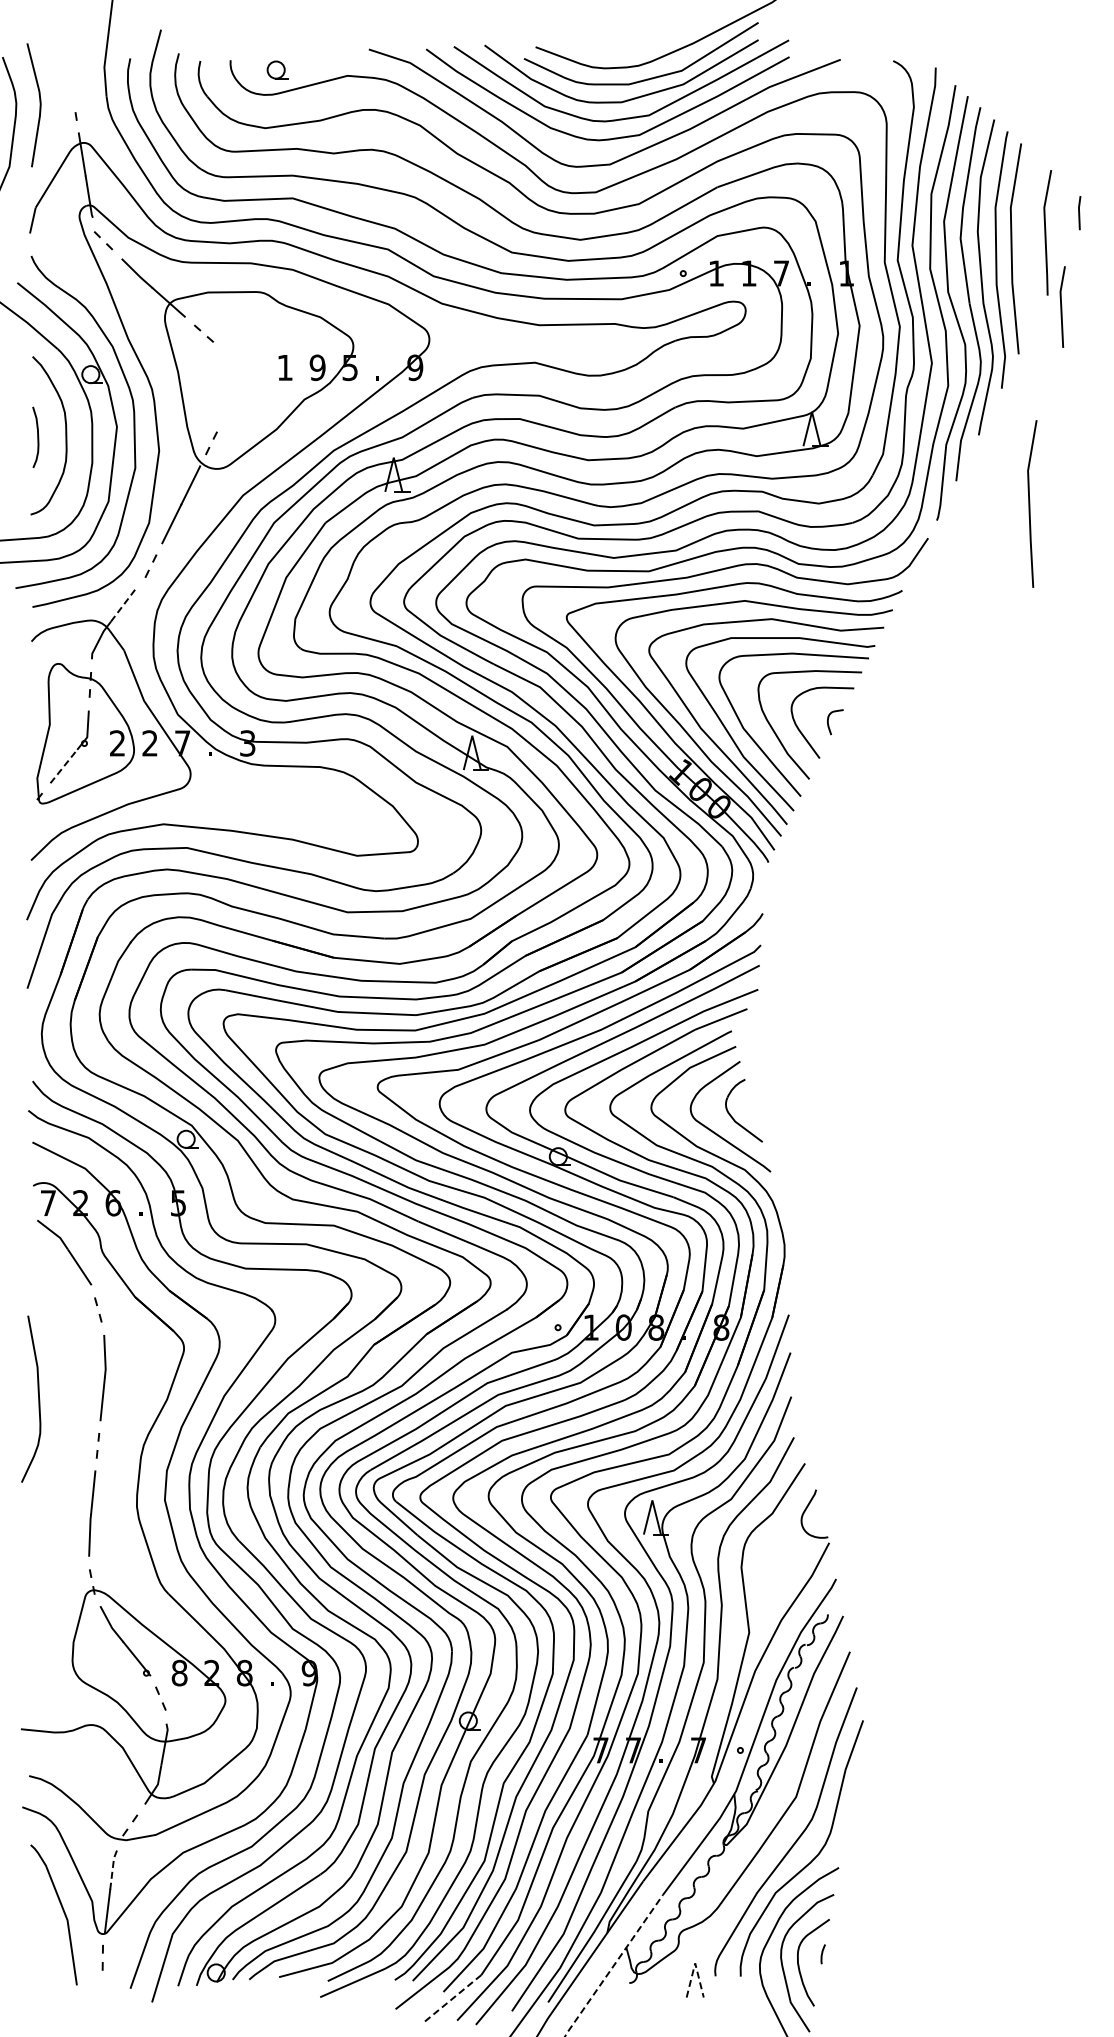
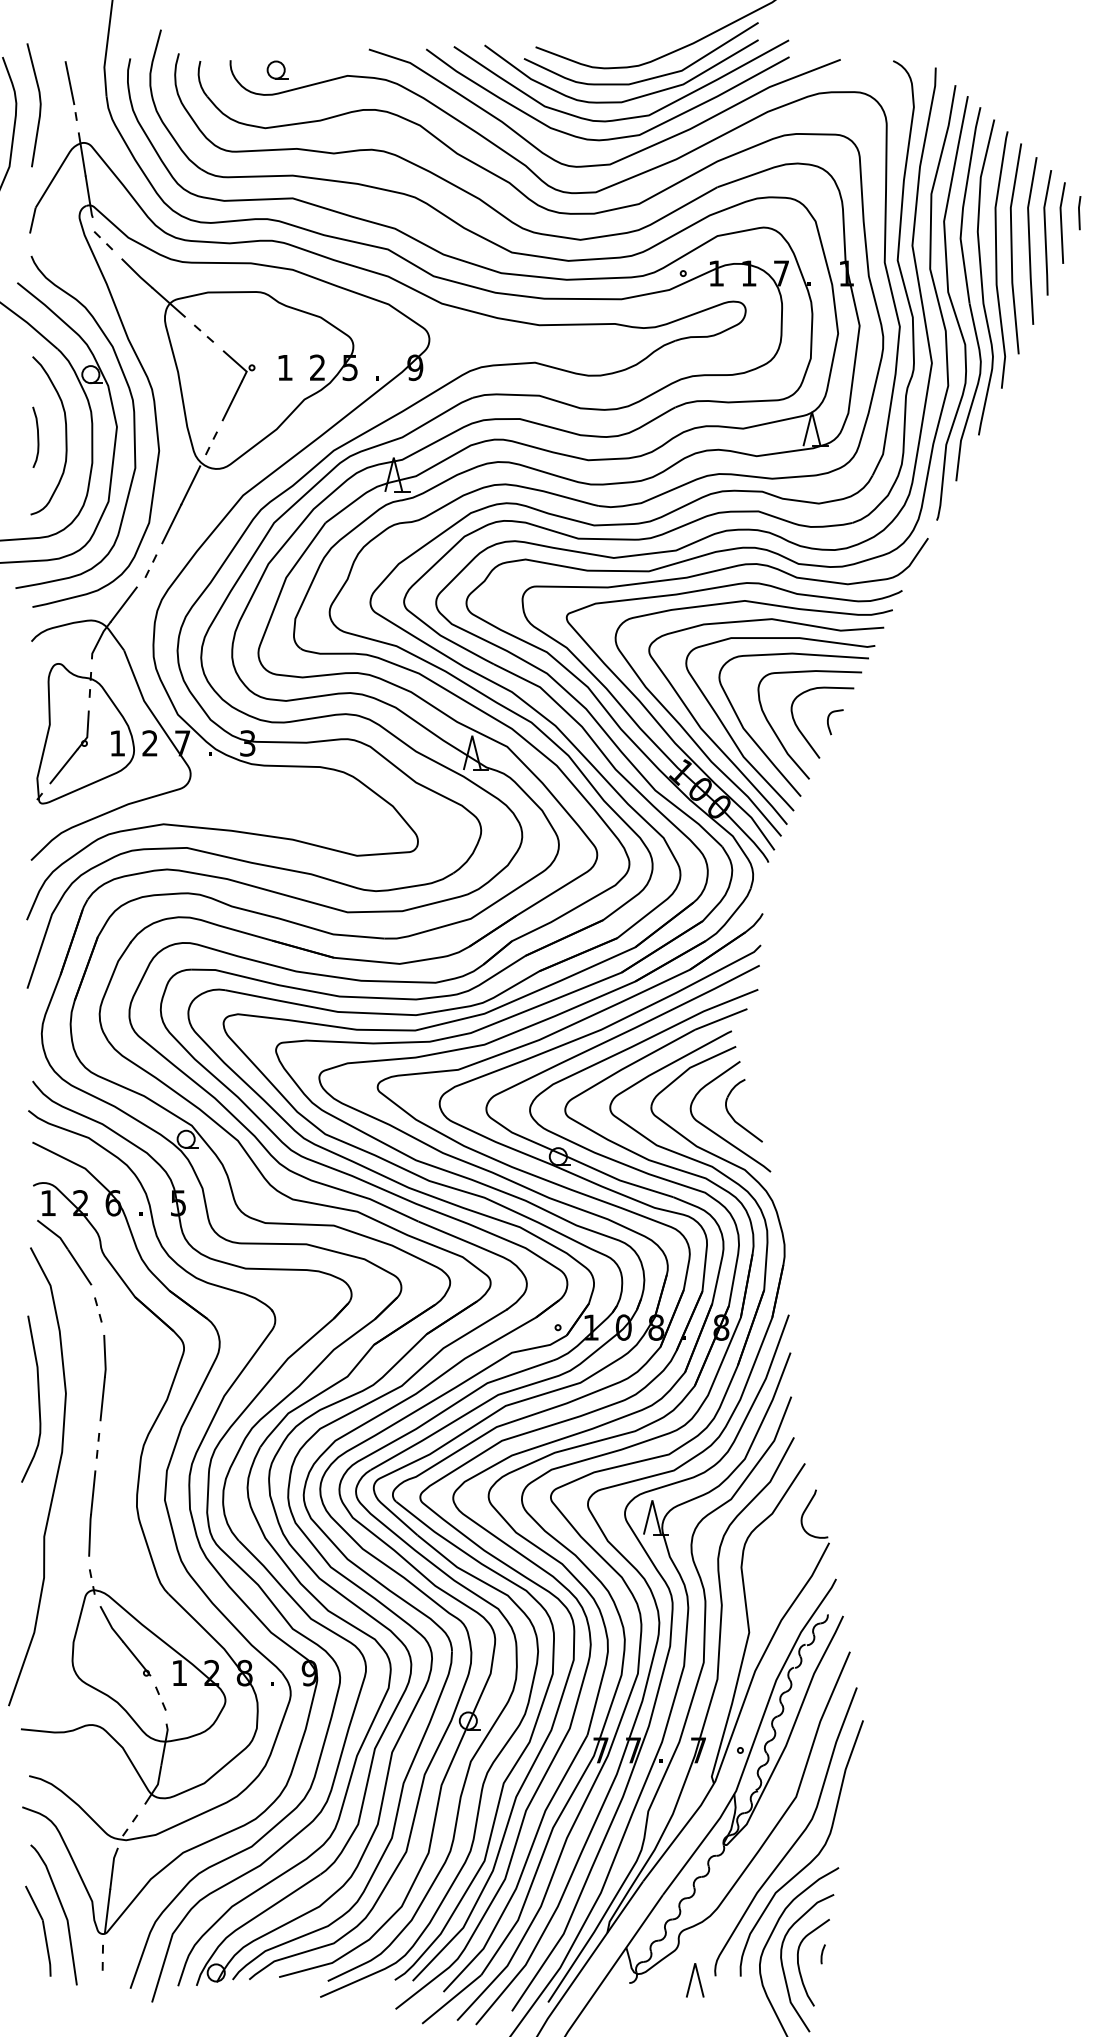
line at (69, 83): none -> present
line at (1062, 306) position: (1062, 306) -> (1062, 222)
text at (317, 367): 9 -> 2
part at (238, 385): none -> present
line at (1030, 503) position: (1030, 503) -> (1030, 240)
line at (124, 604): dashed -> solid
text at (117, 743): 2 -> 1
line at (64, 766): dashed -> solid
text at (48, 1202): 7 -> 1
curve at (55, 1477): none -> present
text at (179, 1672): 8 -> 1
line at (112, 1867): dashed -> solid
part at (38, 1930): none -> present
line at (695, 1963): dashed -> solid
line at (613, 1965): dashed -> solid
line at (451, 1999): dashed -> solid
